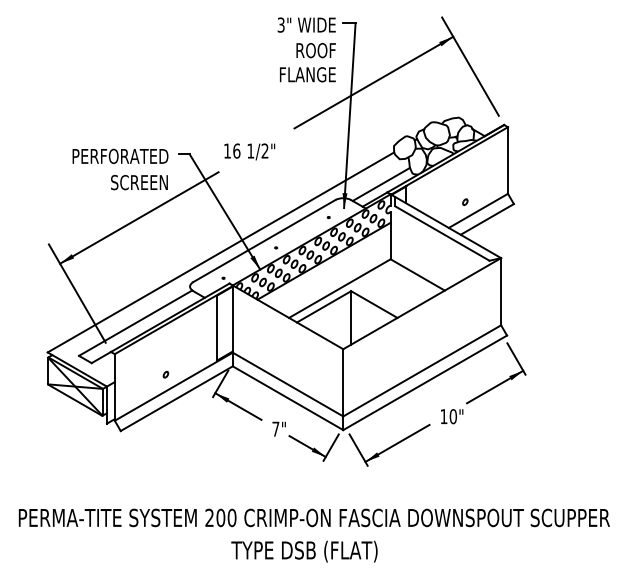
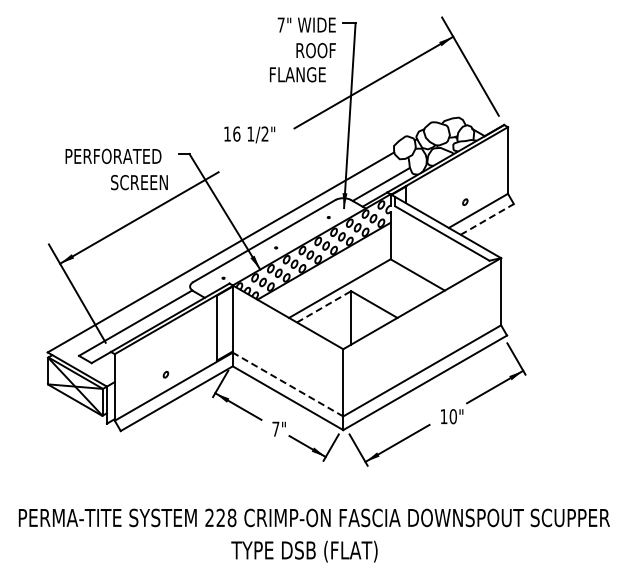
text at (280, 24): 3" -> 7"
text at (307, 74) position: (307, 74) -> (297, 74)
text at (249, 151) position: (249, 151) -> (249, 134)
text at (120, 155) position: (120, 155) -> (113, 155)
line at (487, 219): solid -> dashed
line at (324, 306): solid -> dashed
line at (288, 384): solid -> dashed
text at (226, 517): 200 -> 228
